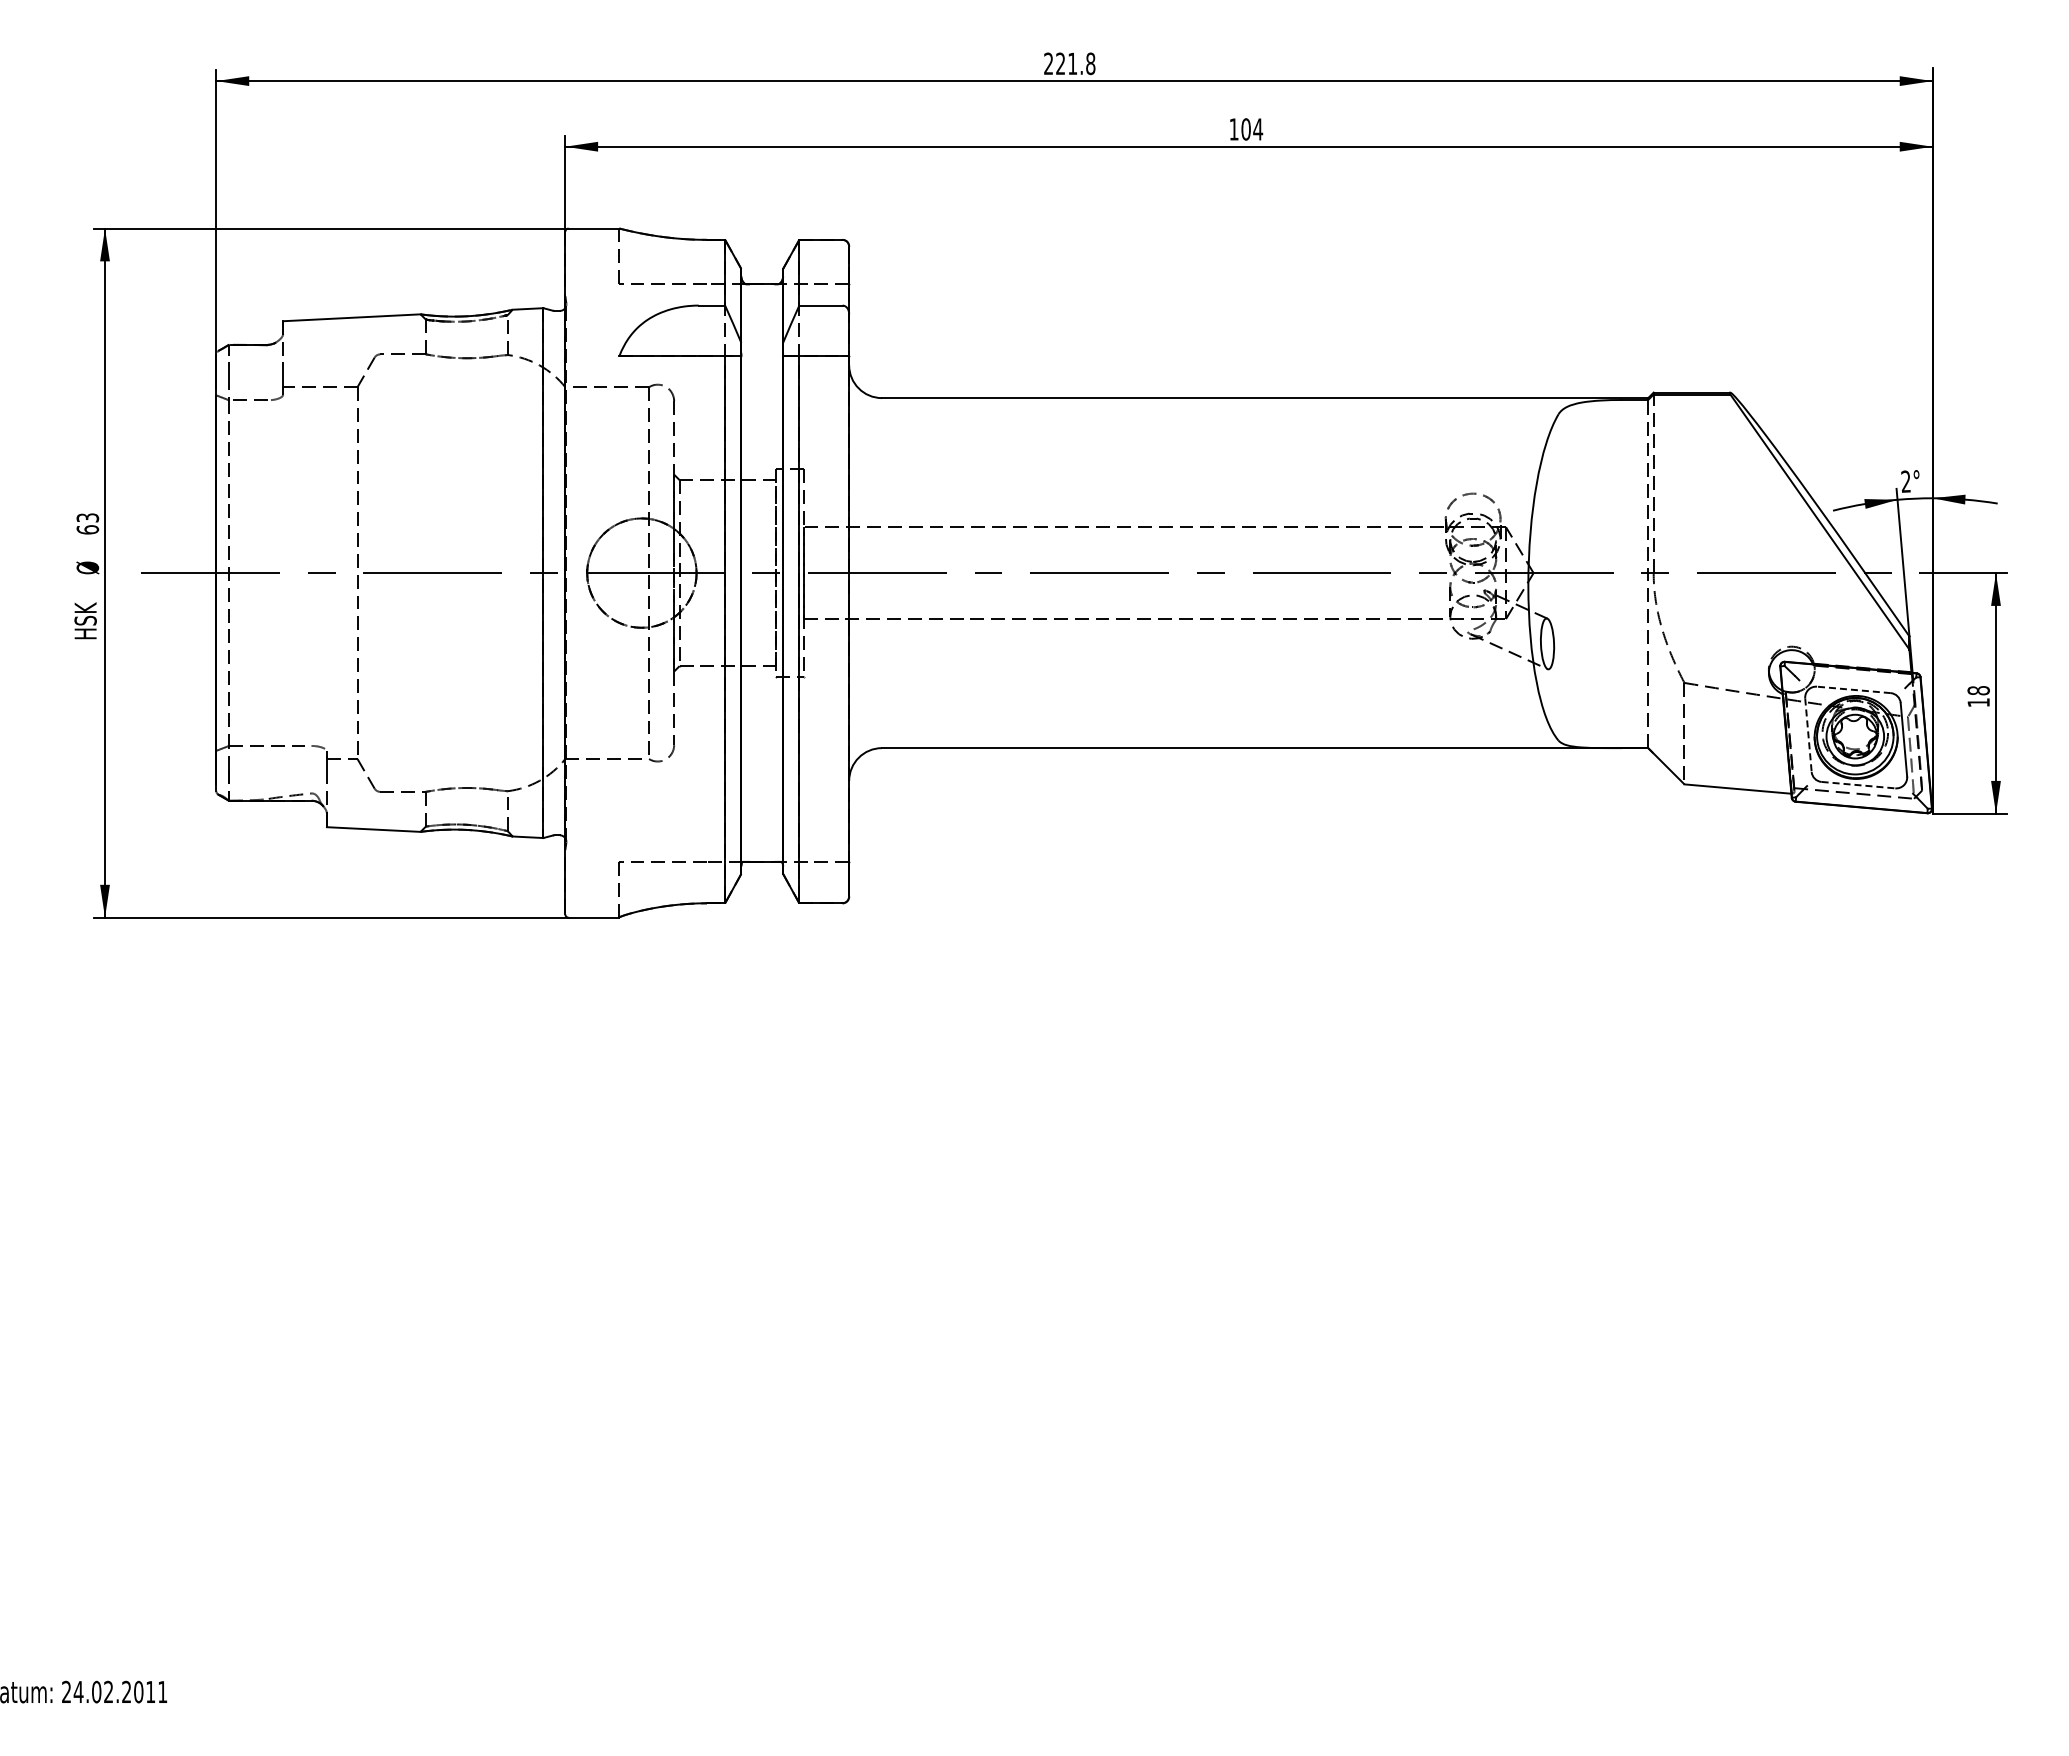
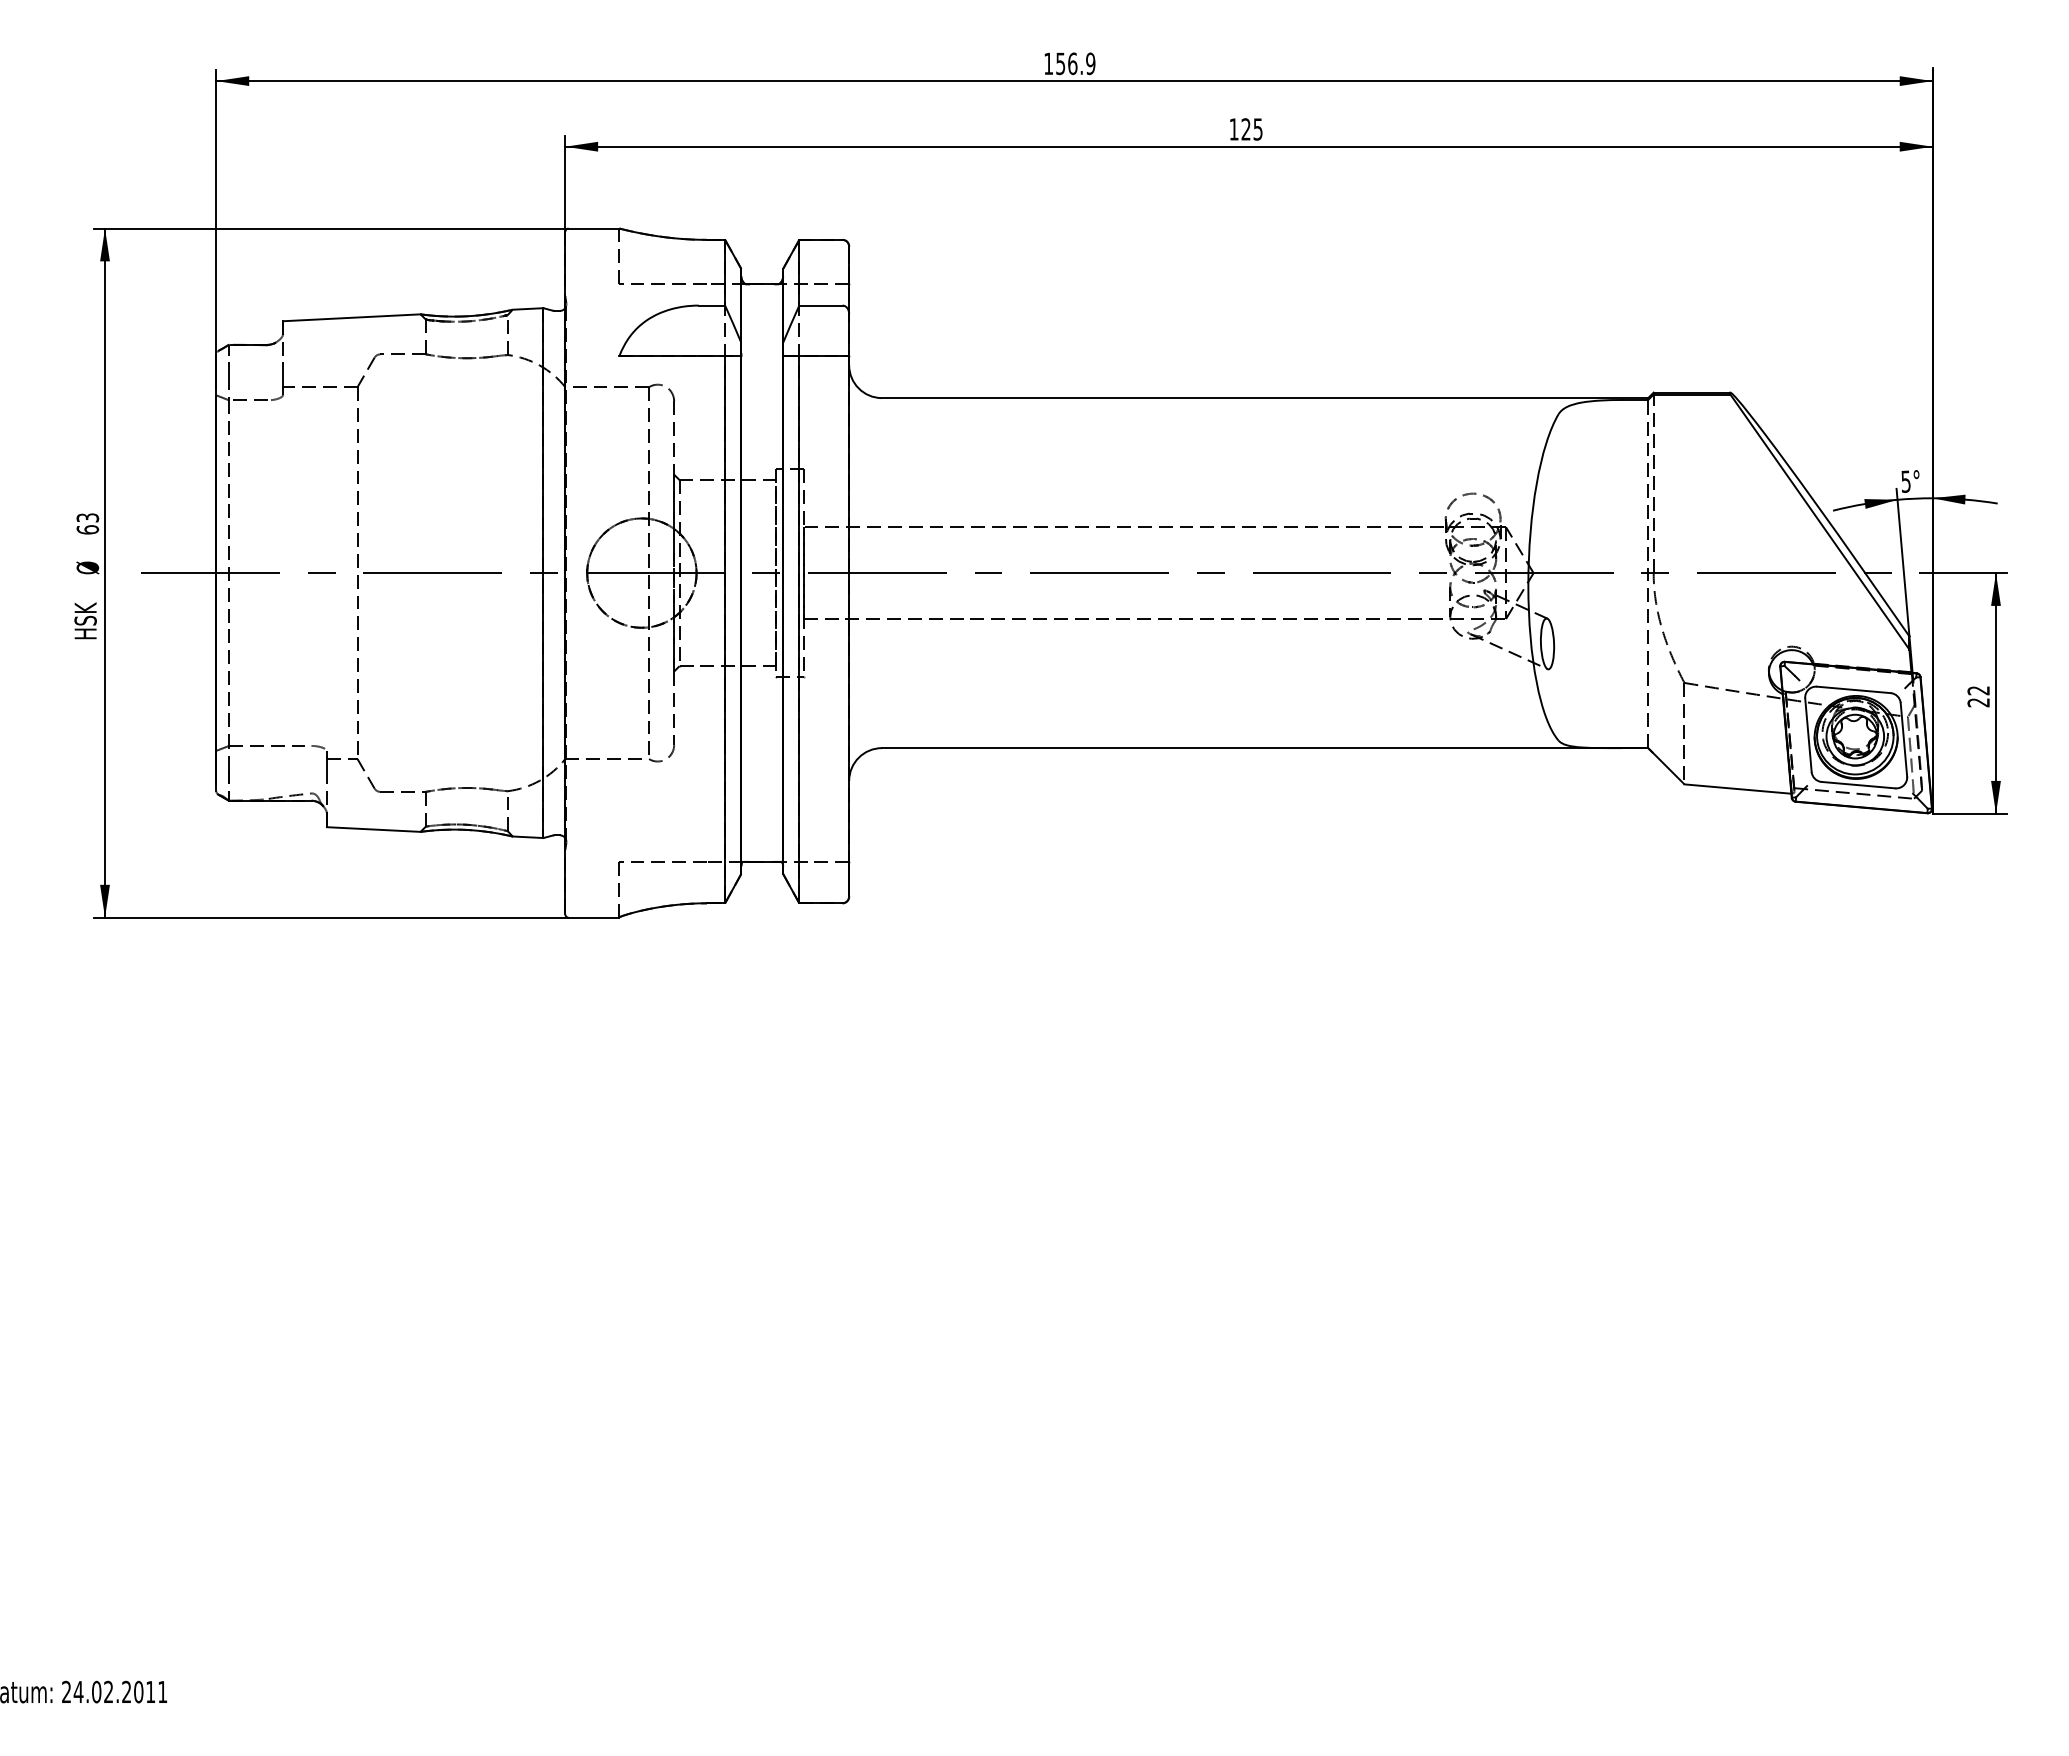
text at (1069, 63): 221.8 -> 156.9
text at (1252, 129): 104 -> 125
text at (1905, 481): 2° -> 5°
line at (1853, 689): dashed -> solid
text at (1978, 696): 18 -> 22
line at (1808, 735): dashed -> solid
line at (1858, 785): dashed -> solid
